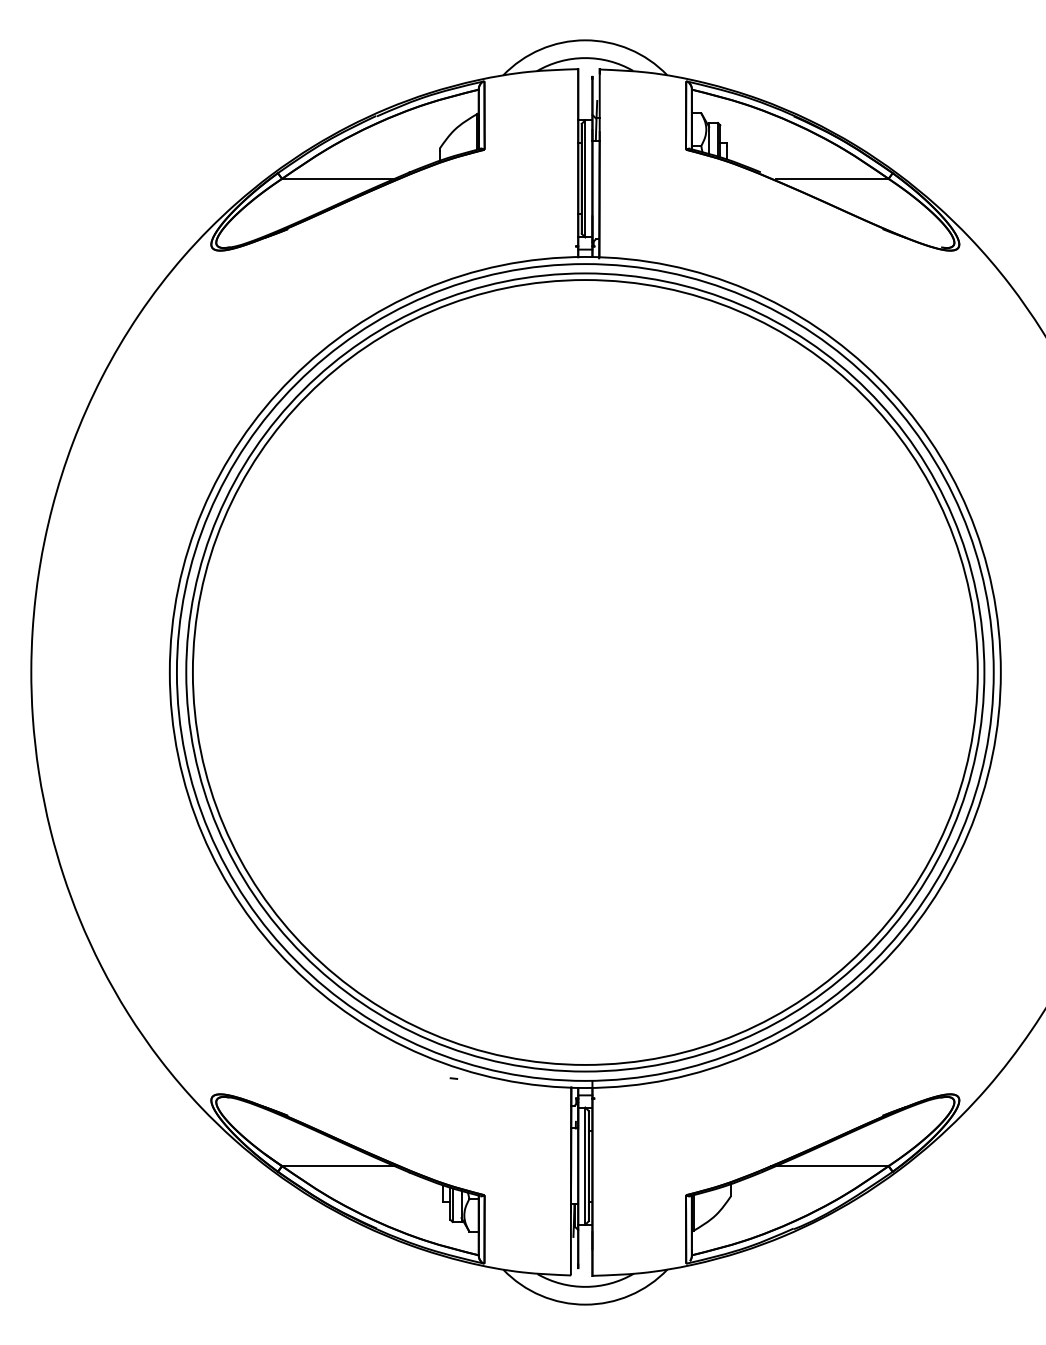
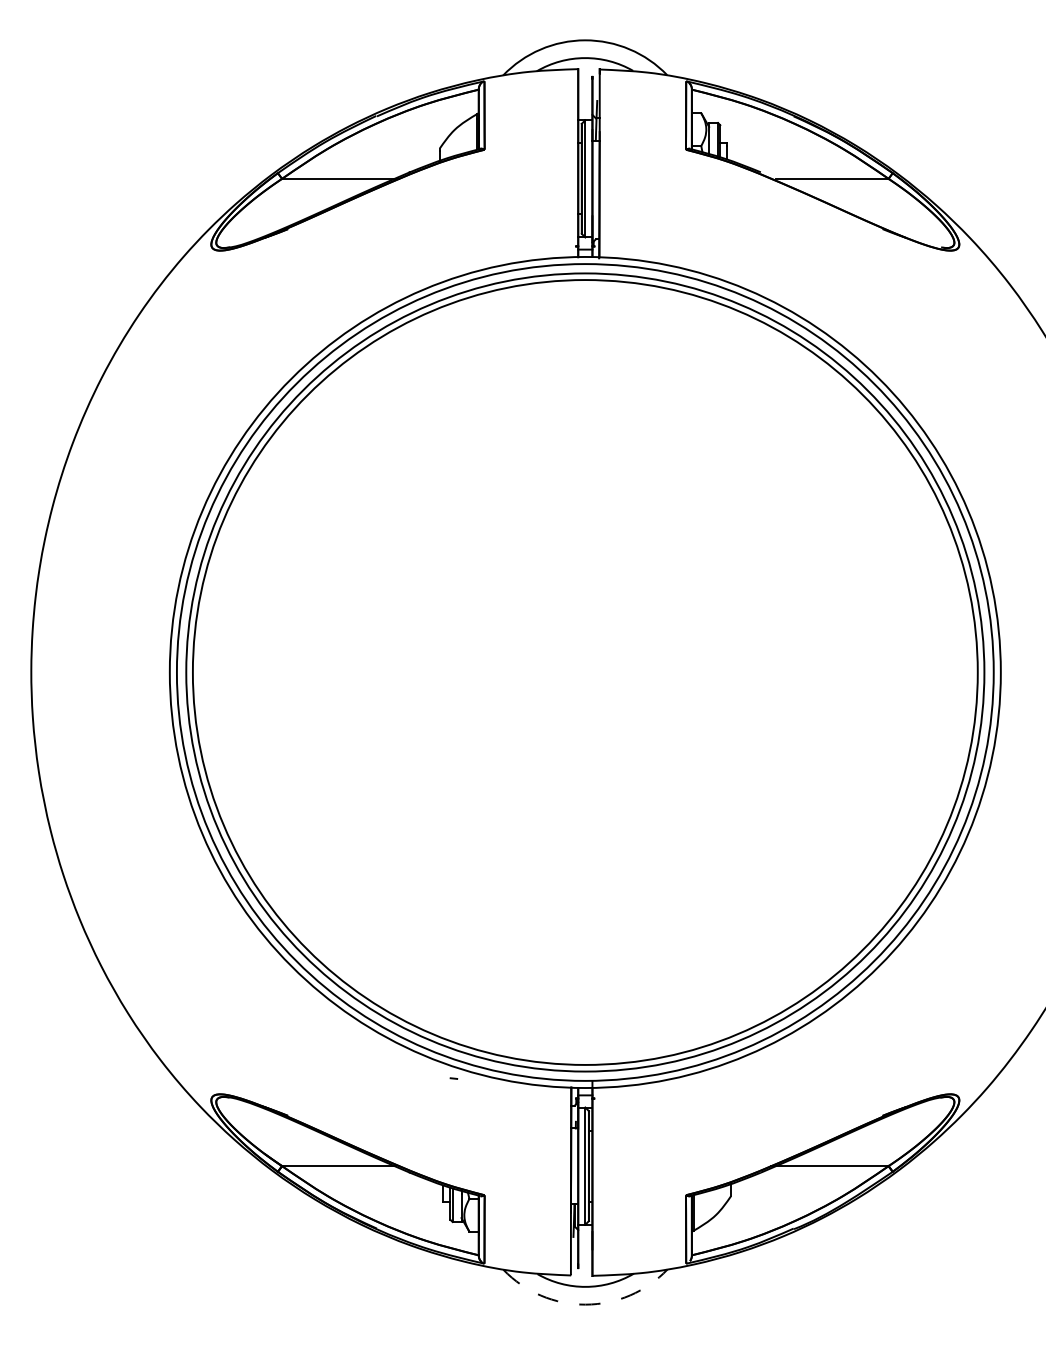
arc at (585, 1304): solid -> dashed
